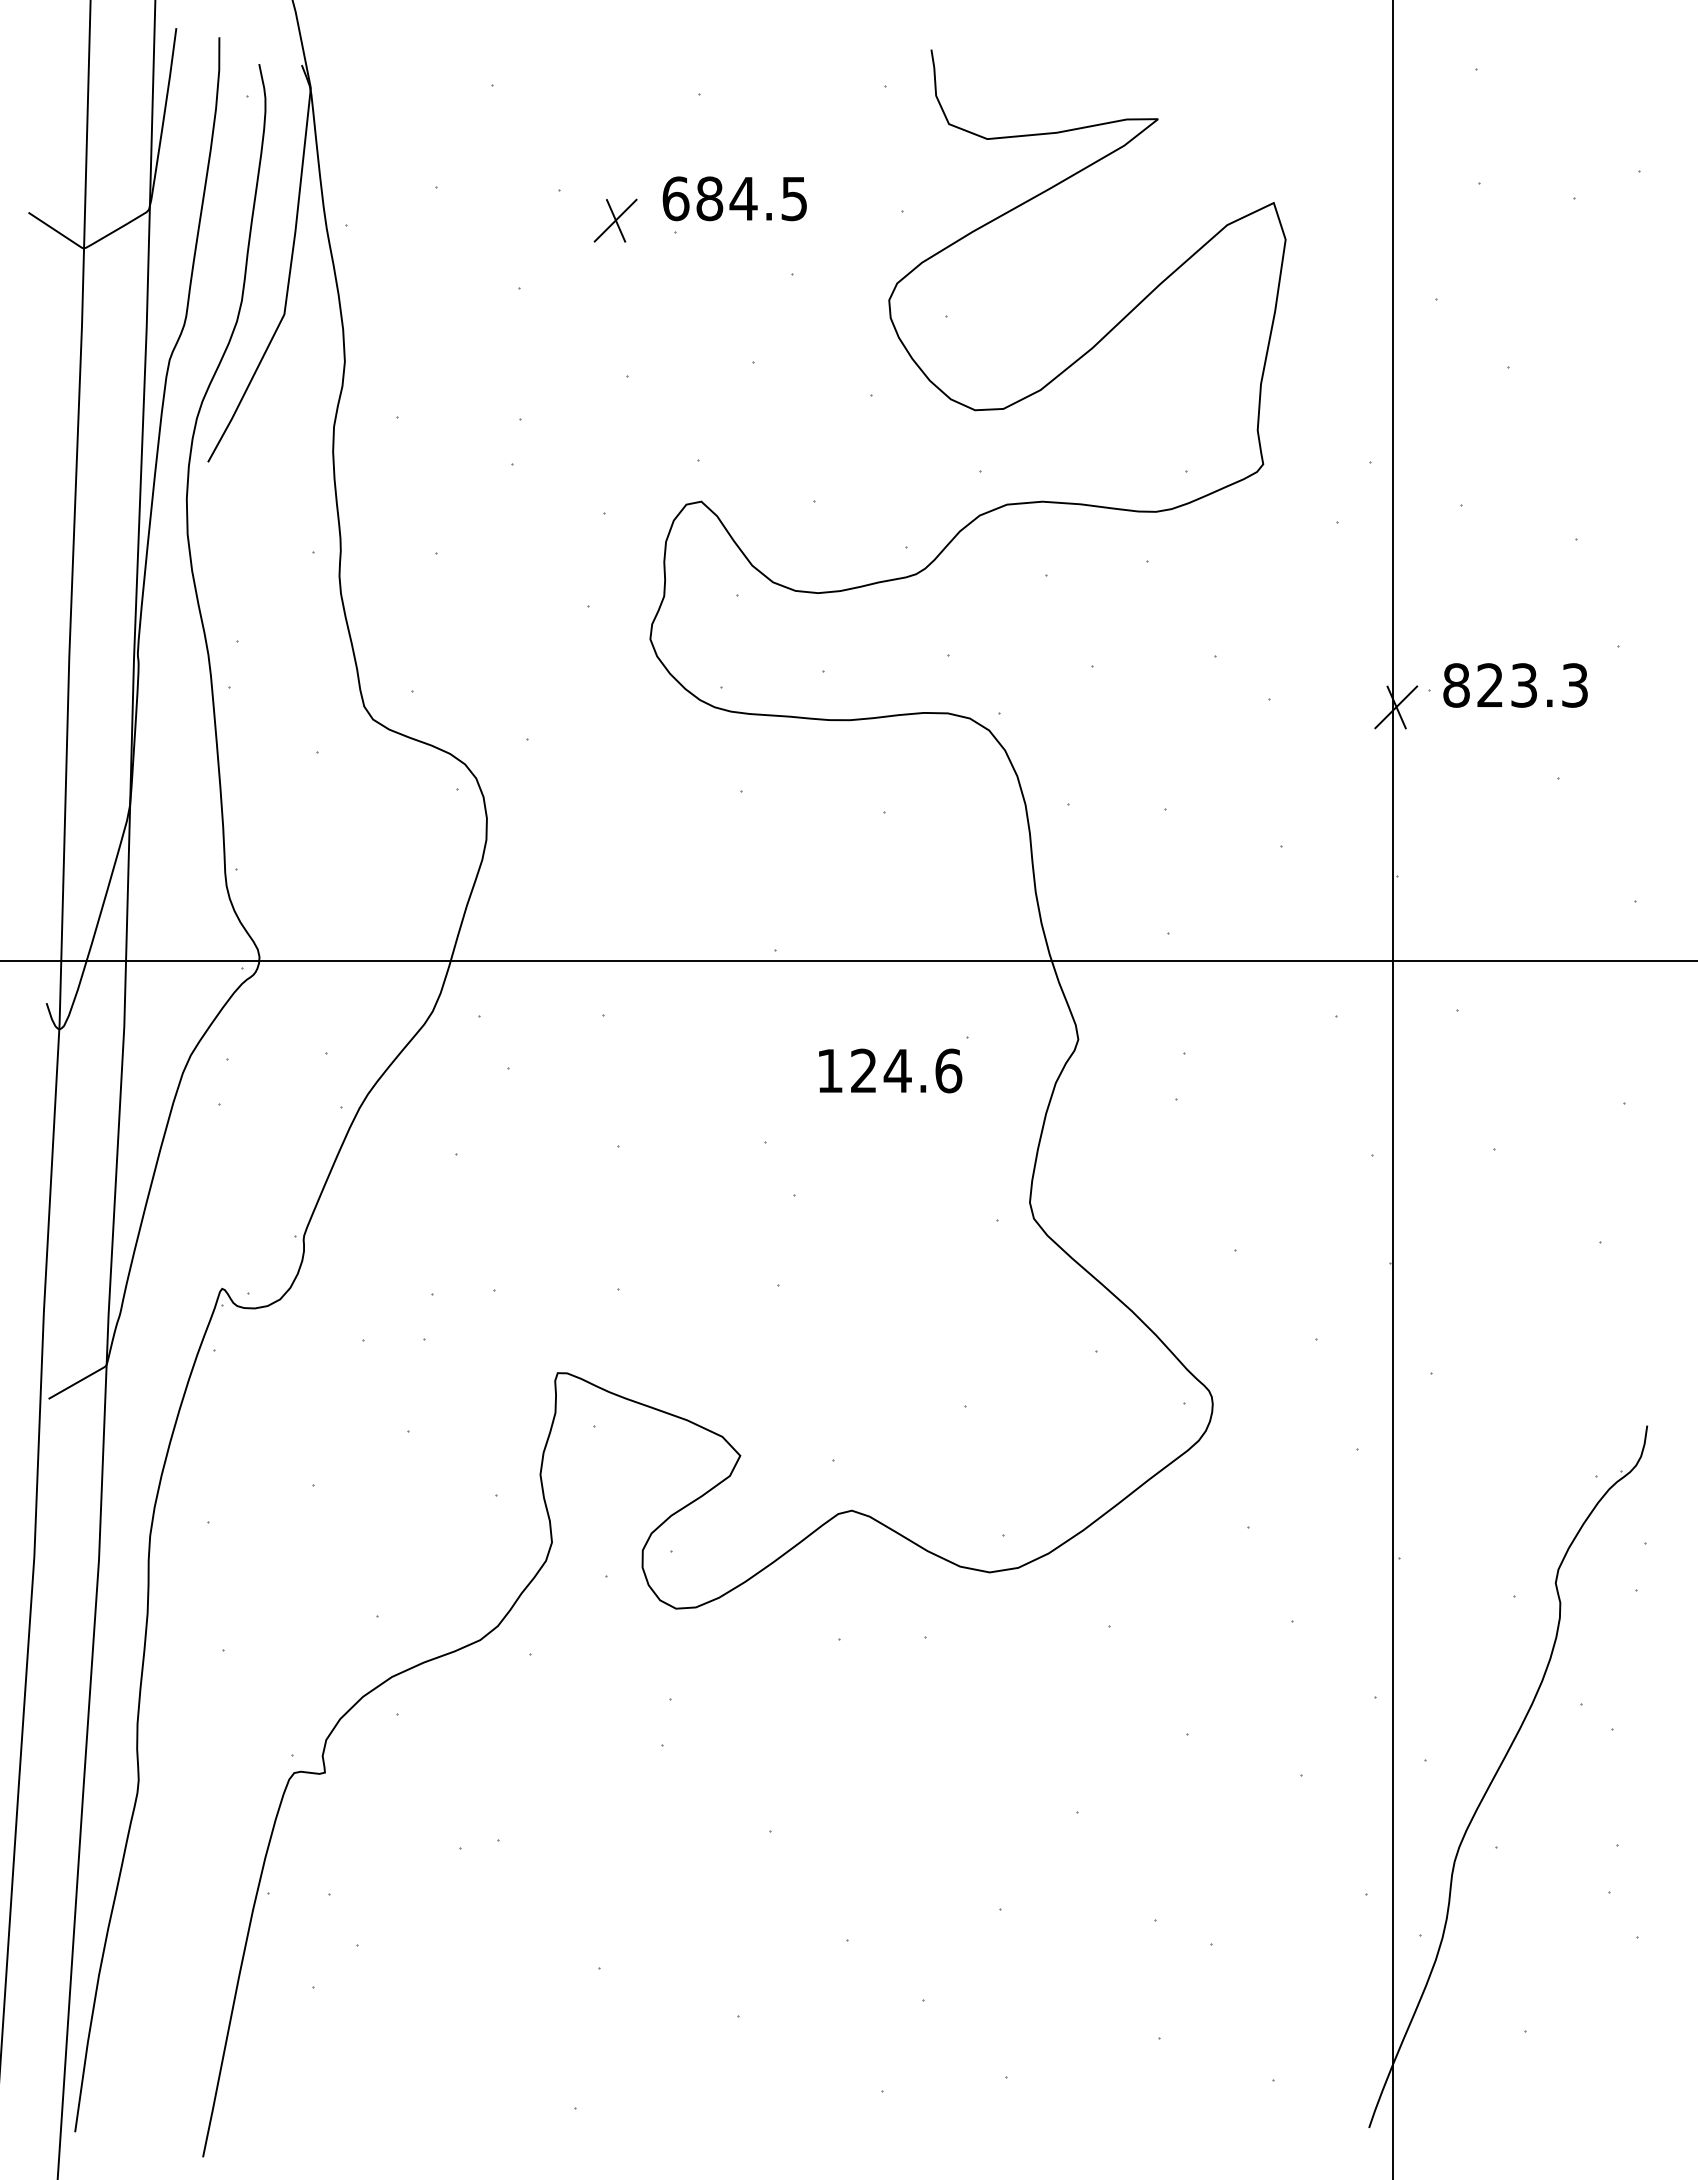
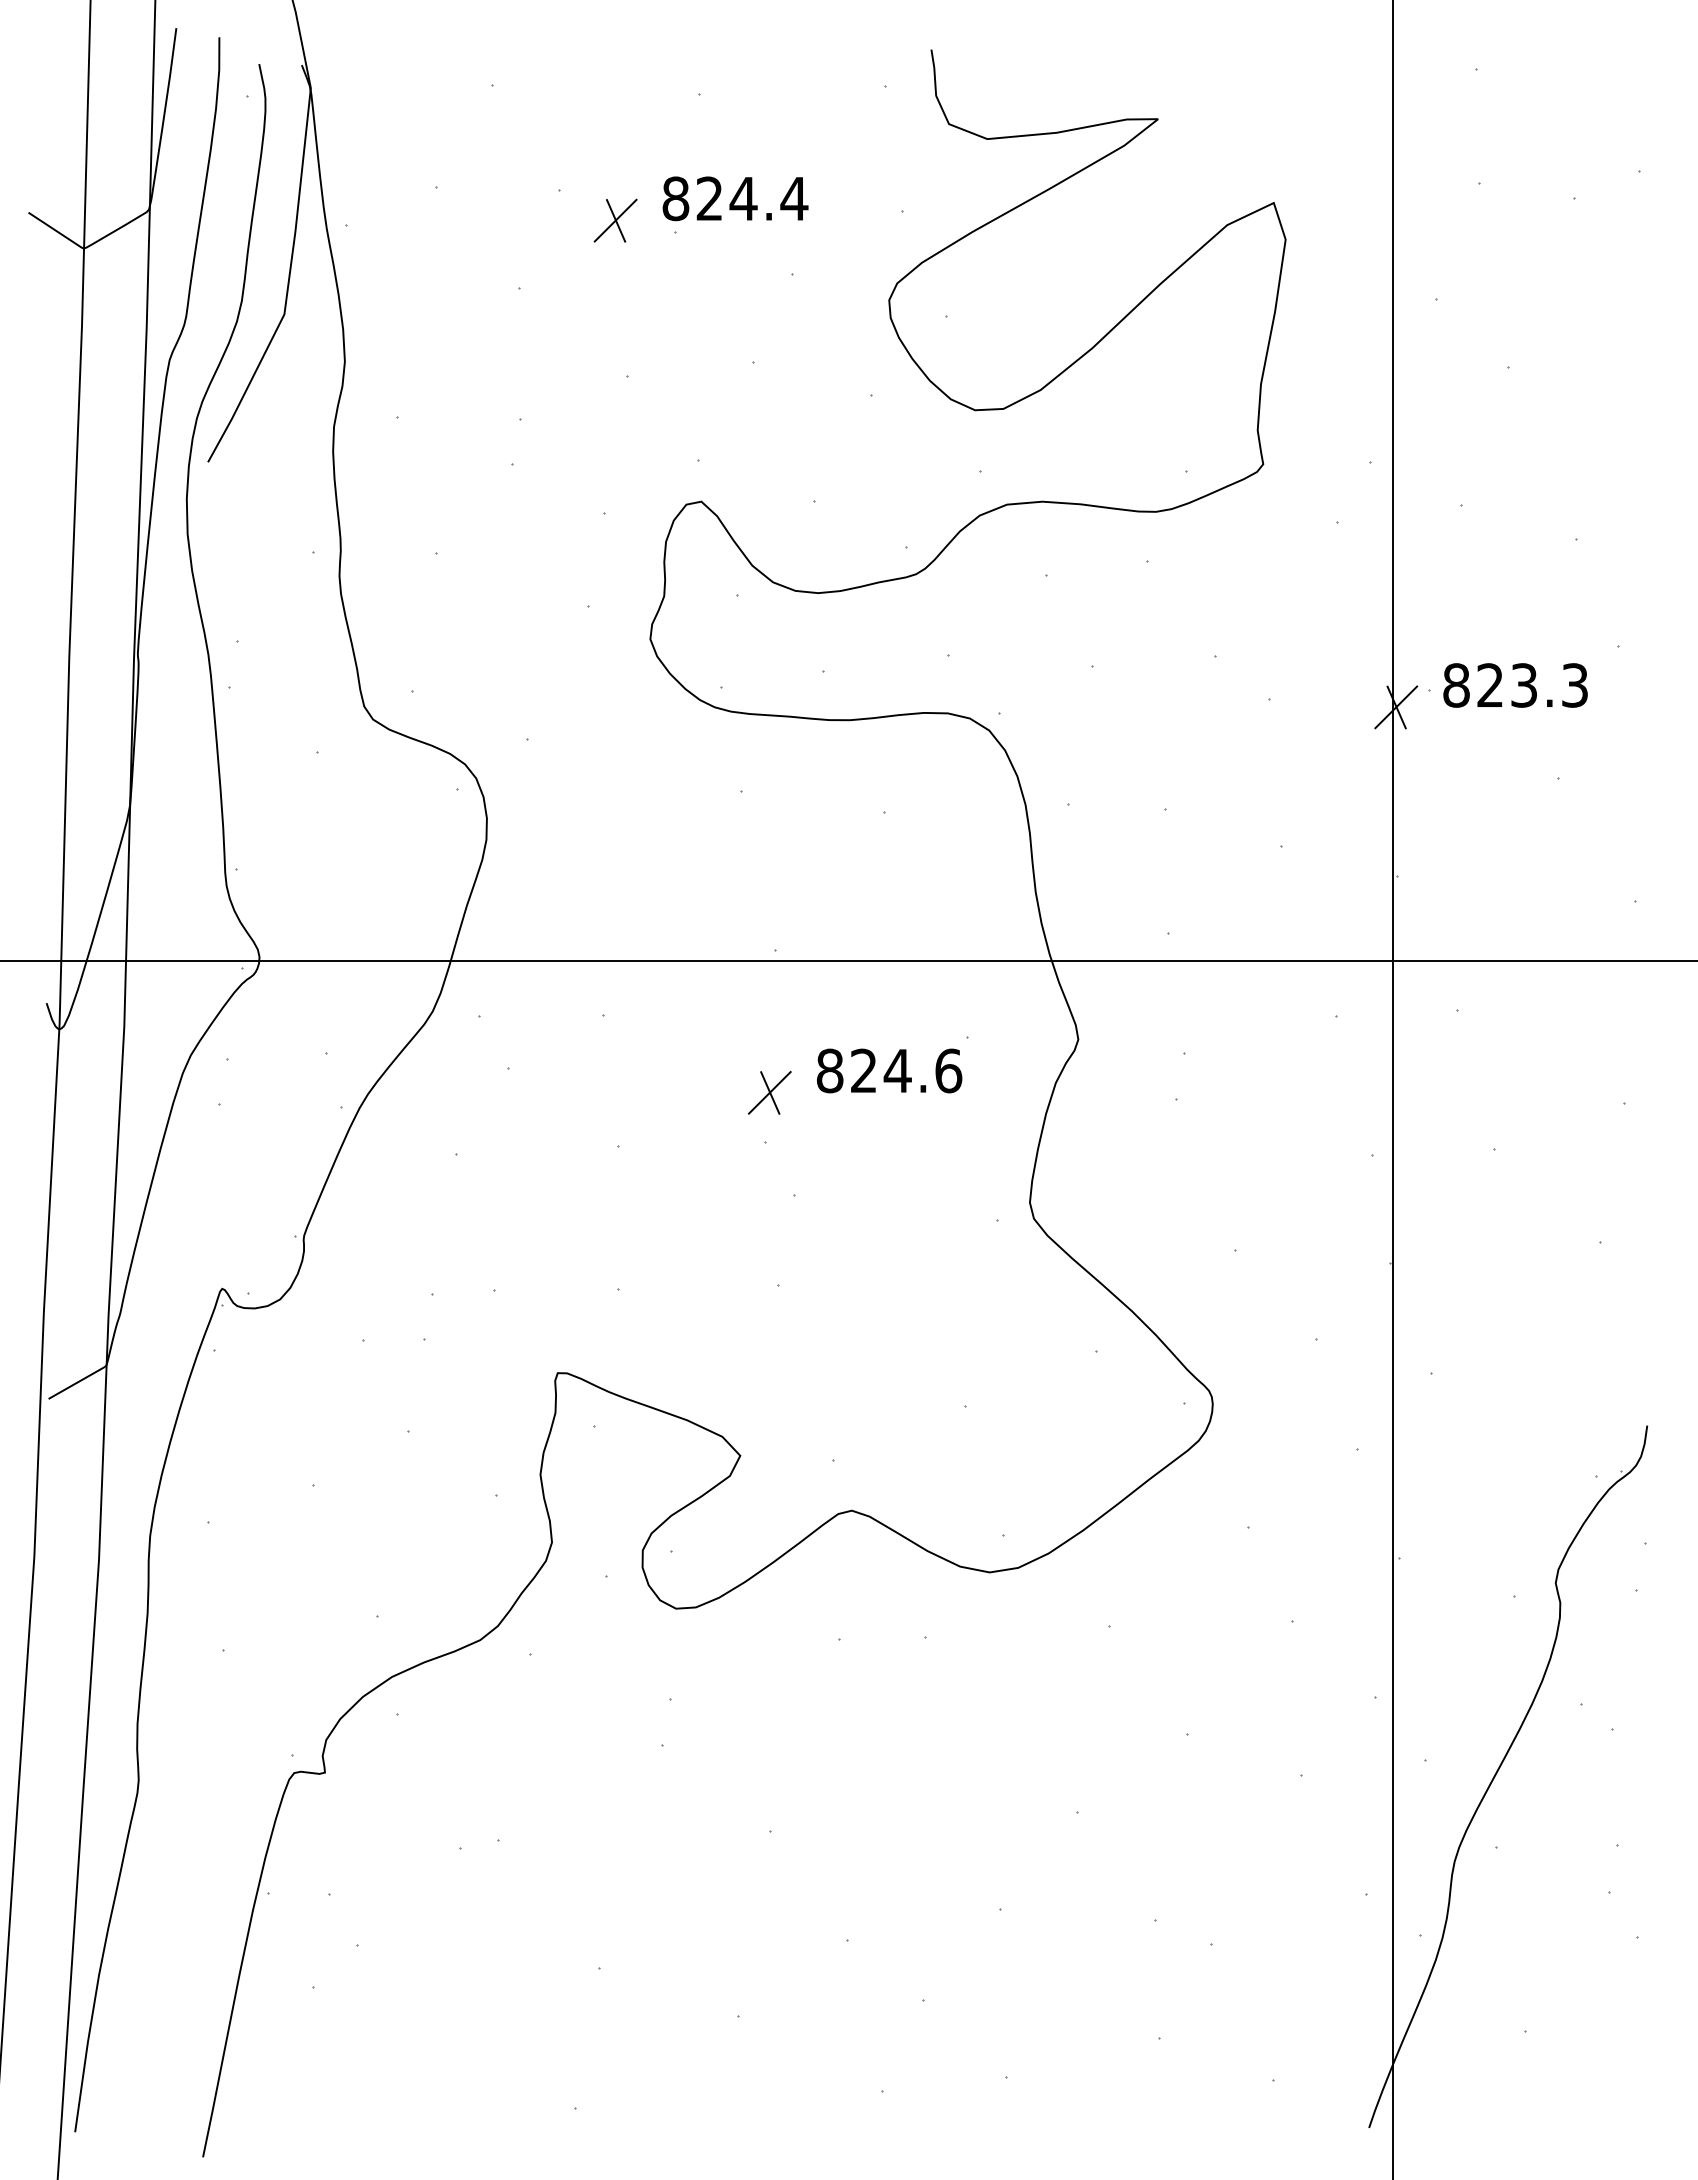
text at (735, 198): 684.5 -> 824.4
text at (829, 1070): 124.6 -> 824.6
part at (769, 1092): none -> present
